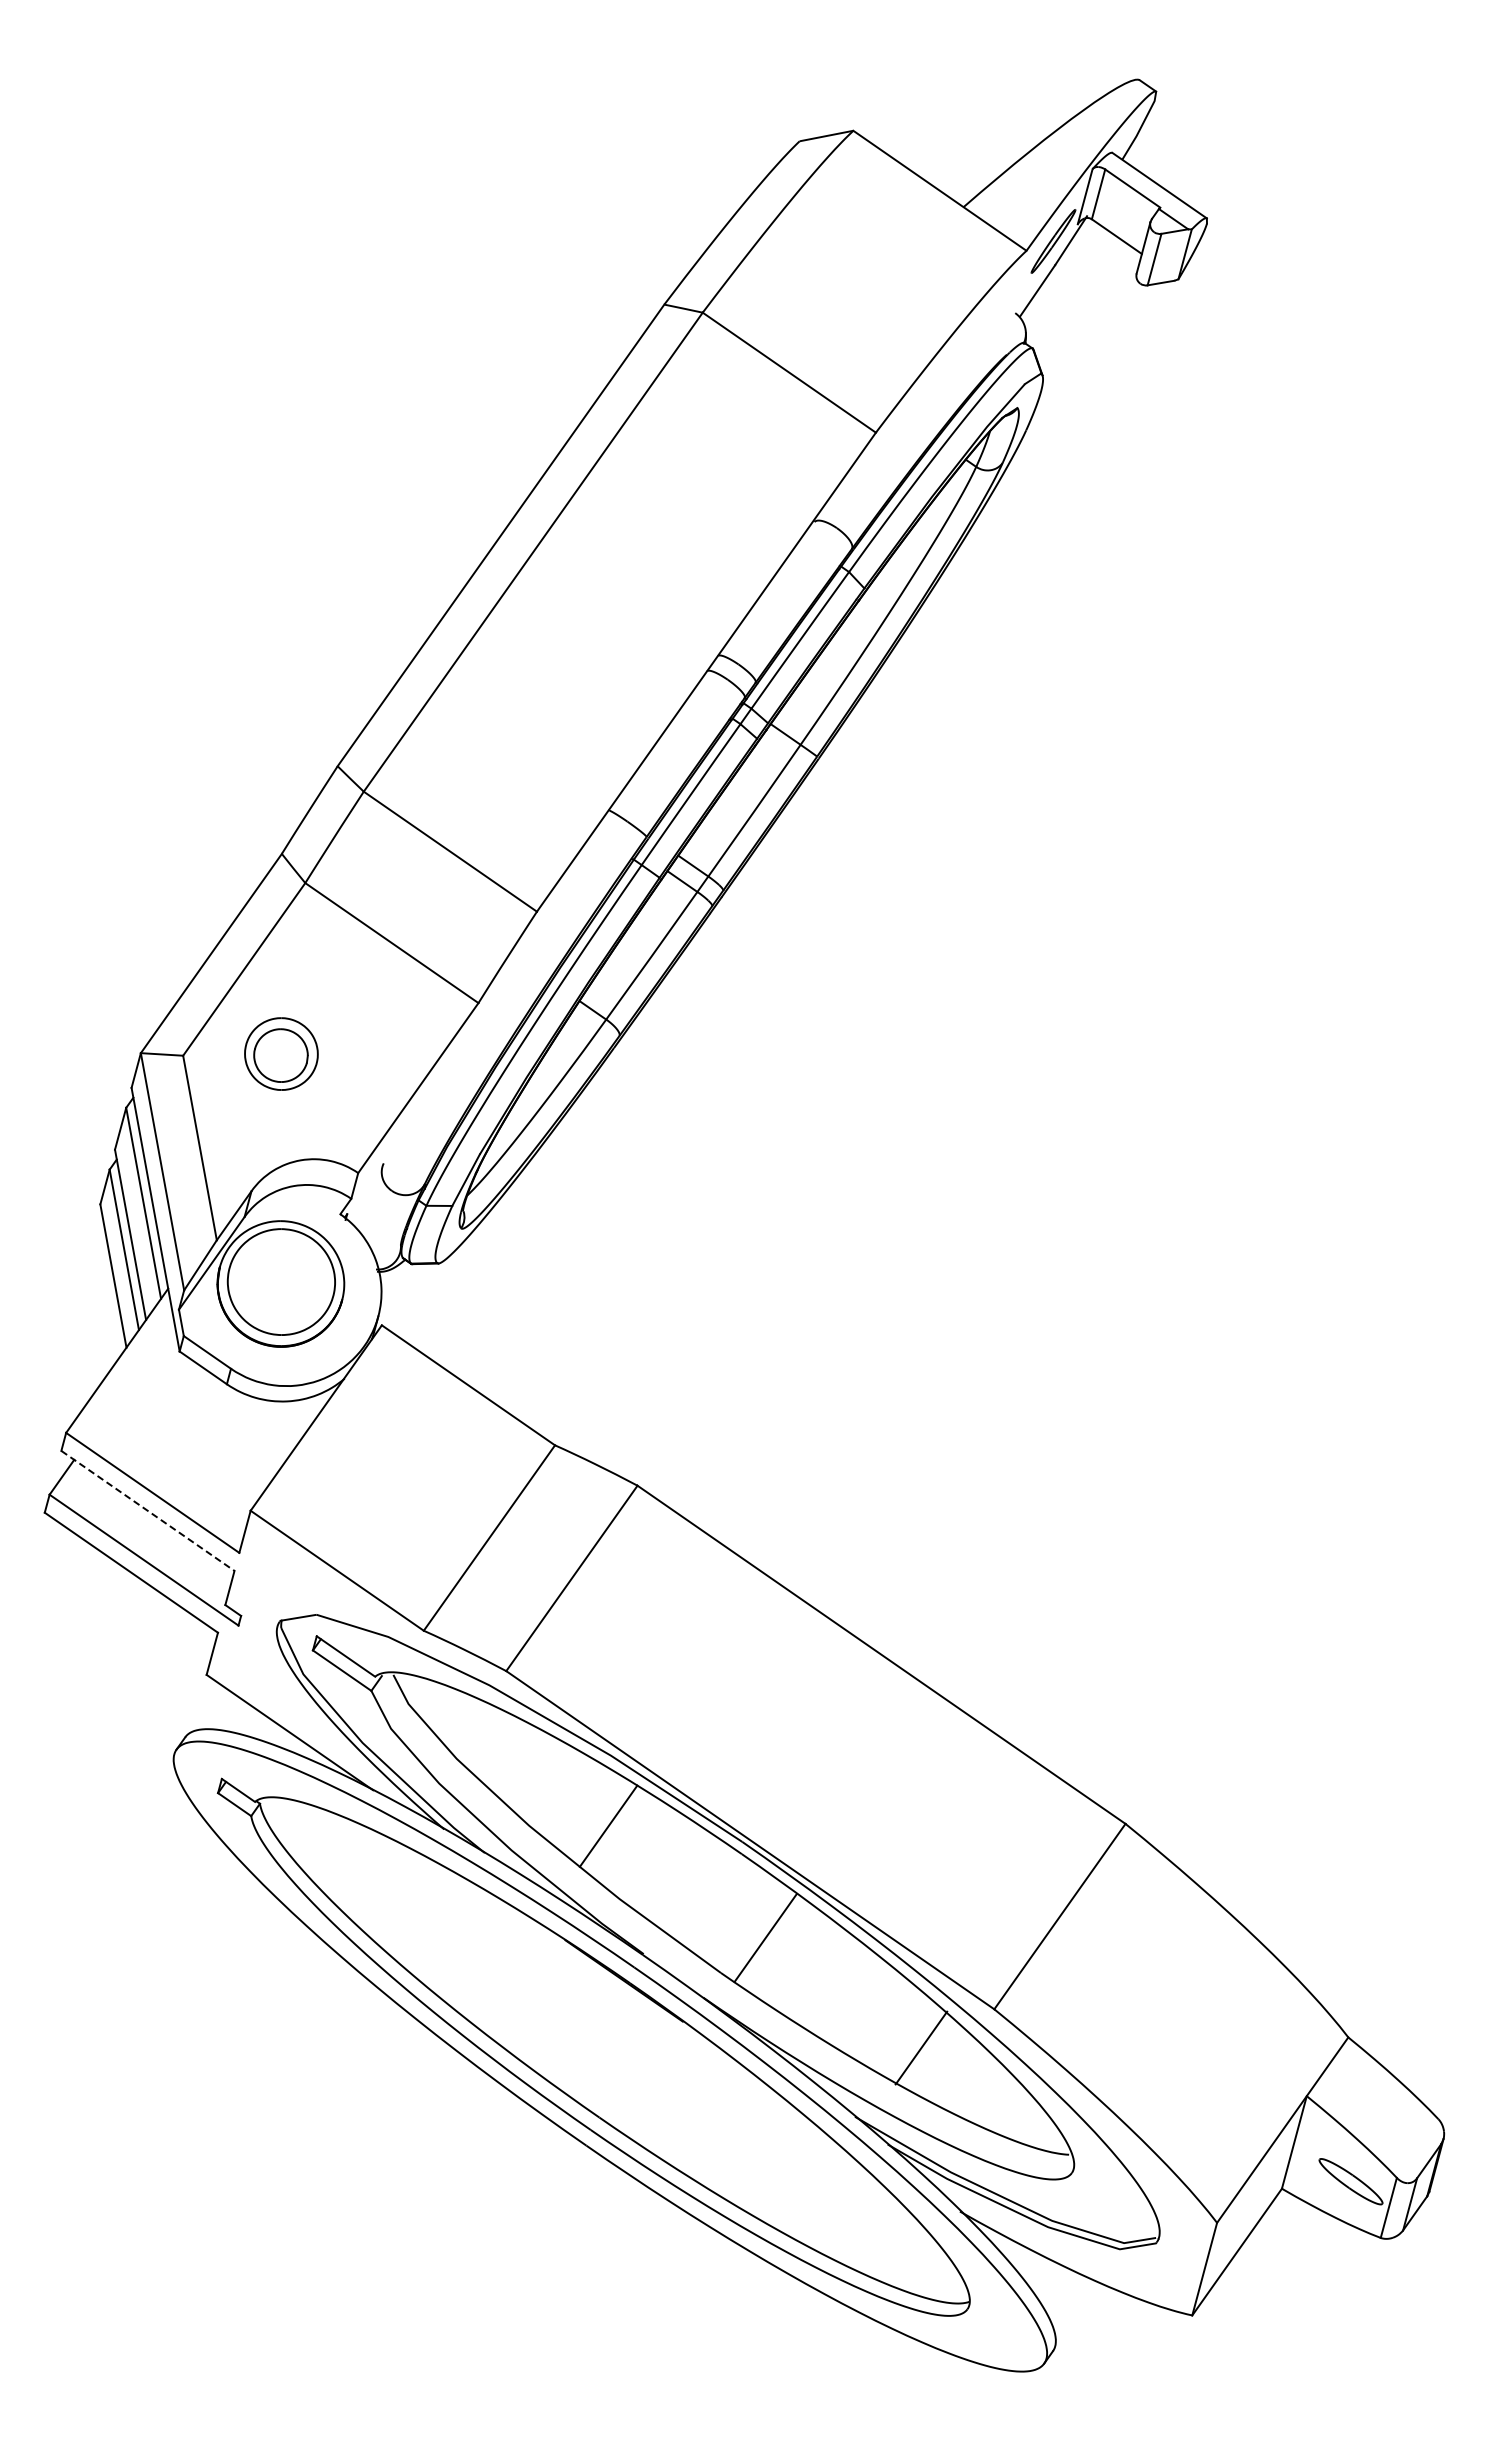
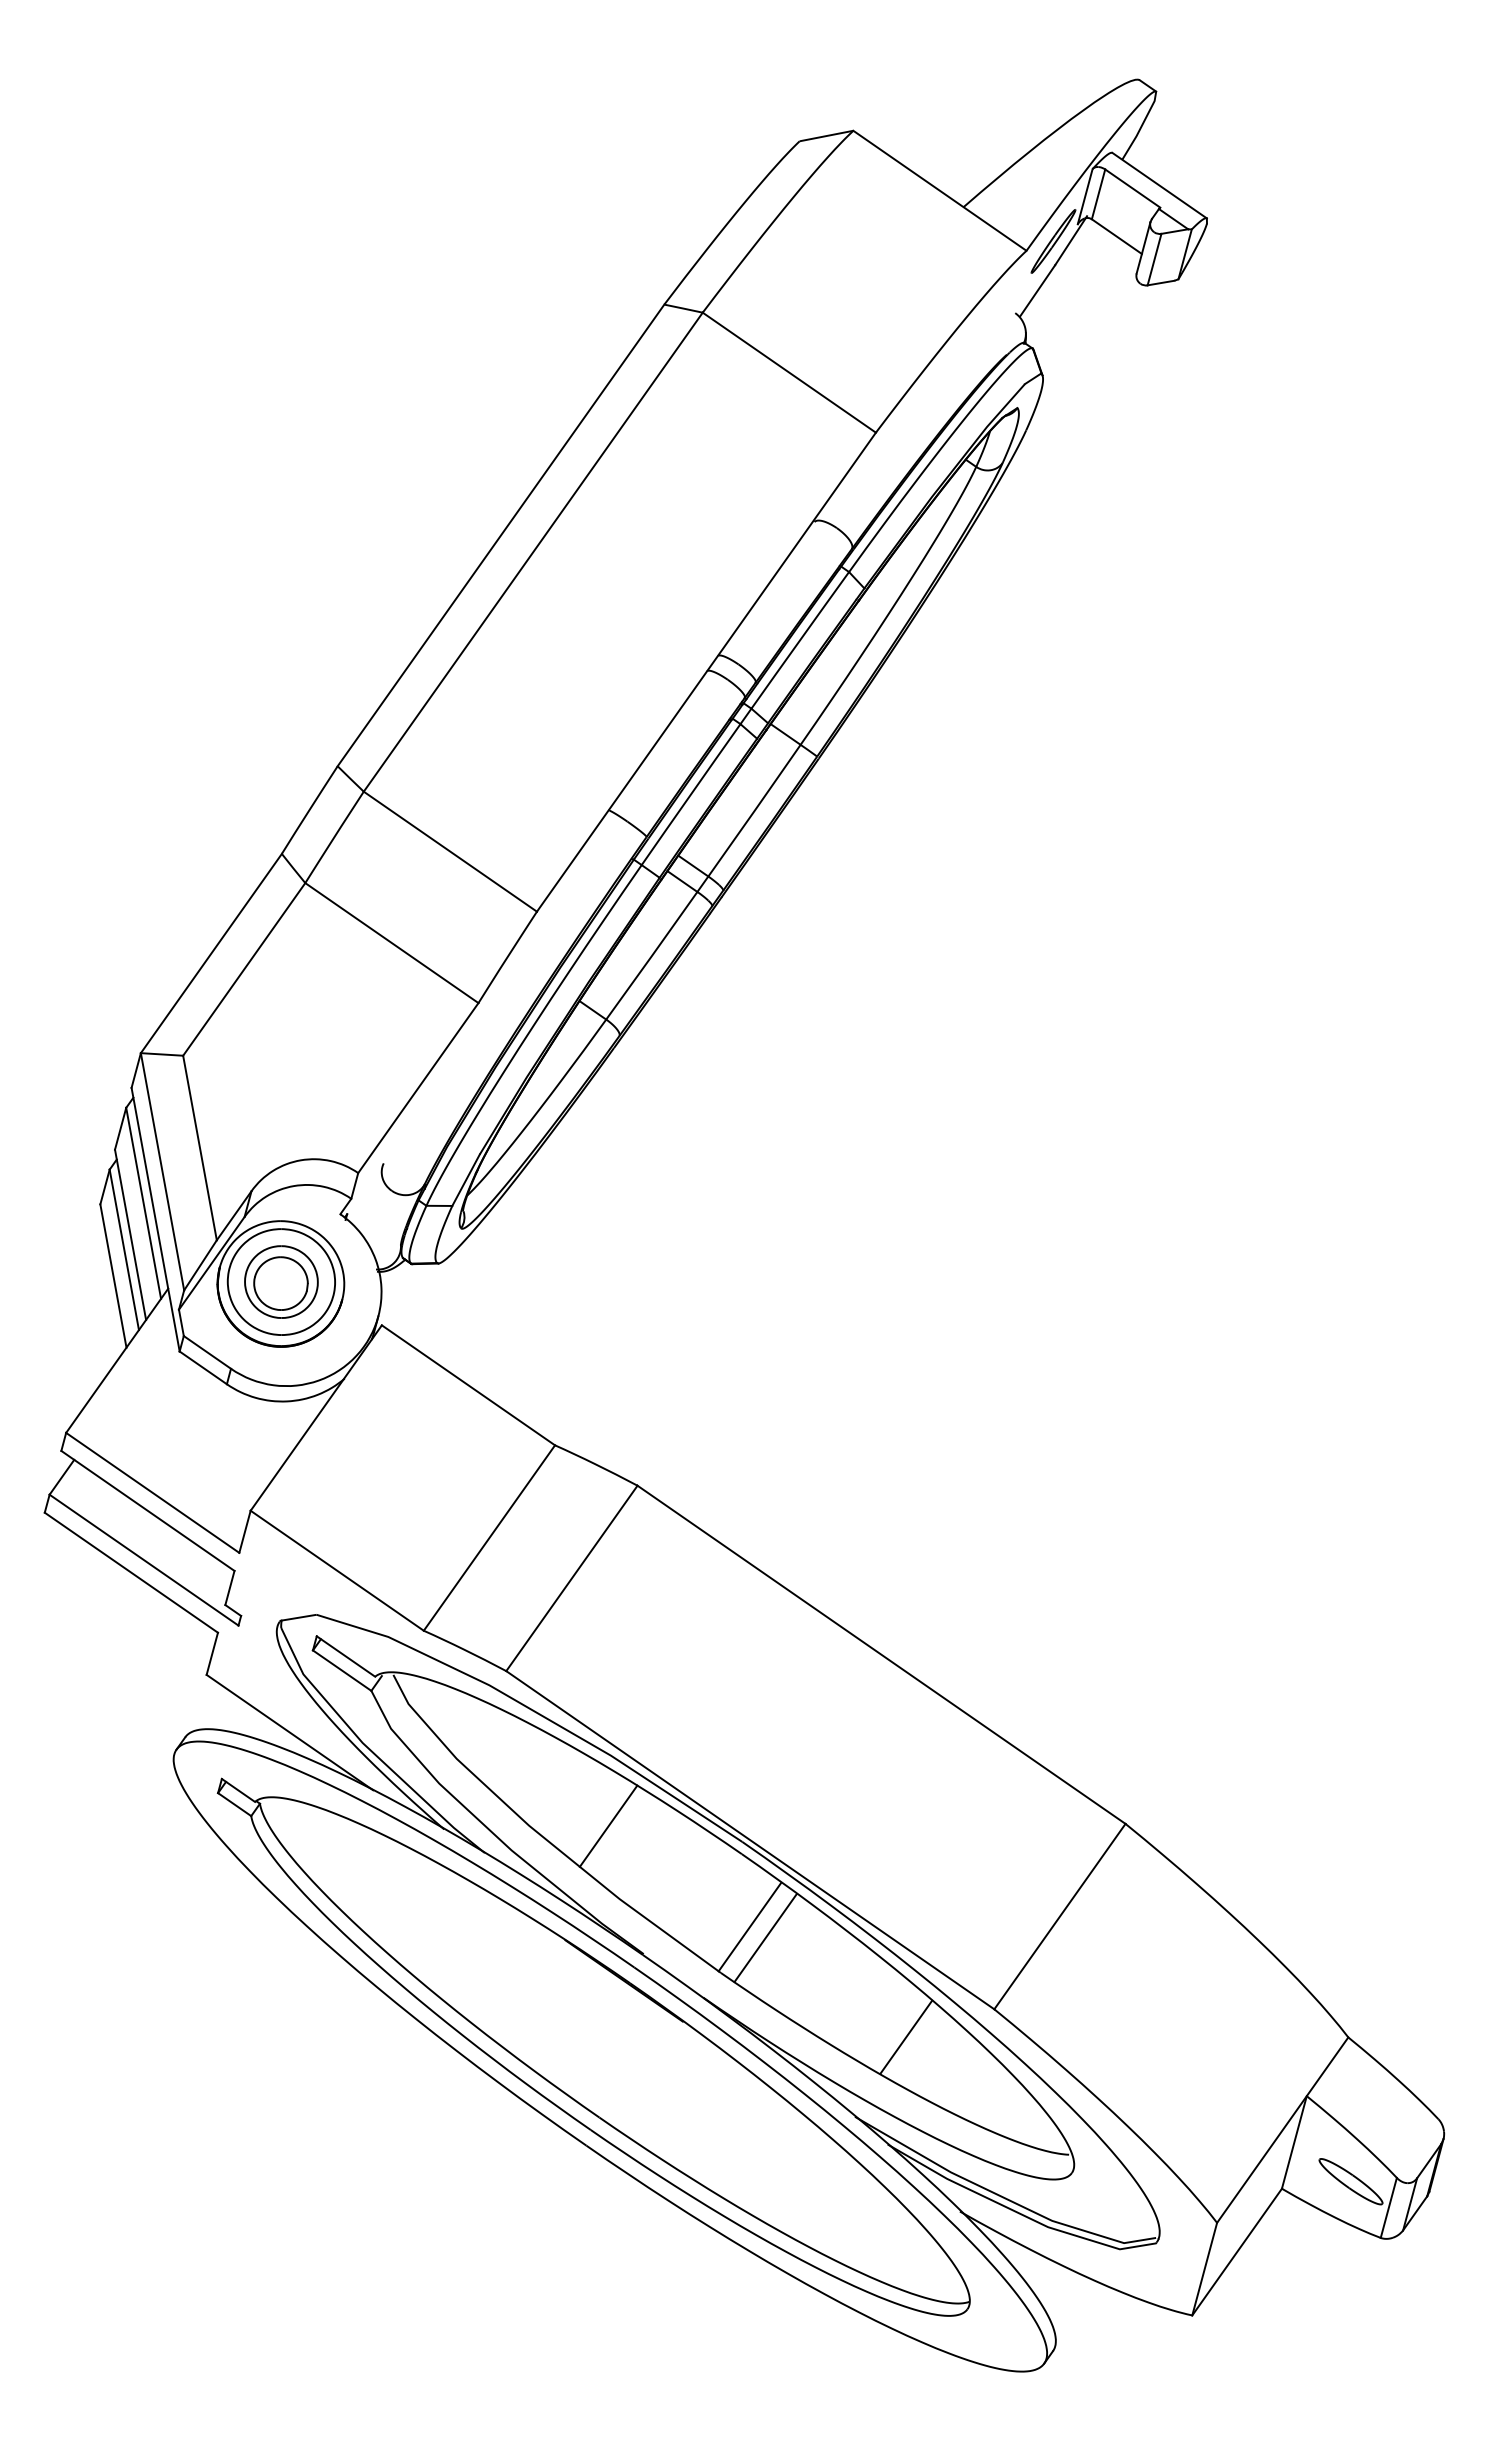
part at (281, 1053) position: (281, 1053) -> (281, 1281)
line at (148, 1511): dashed -> solid
line at (749, 1926): none -> present
line at (921, 2047) position: (921, 2047) -> (906, 2036)
